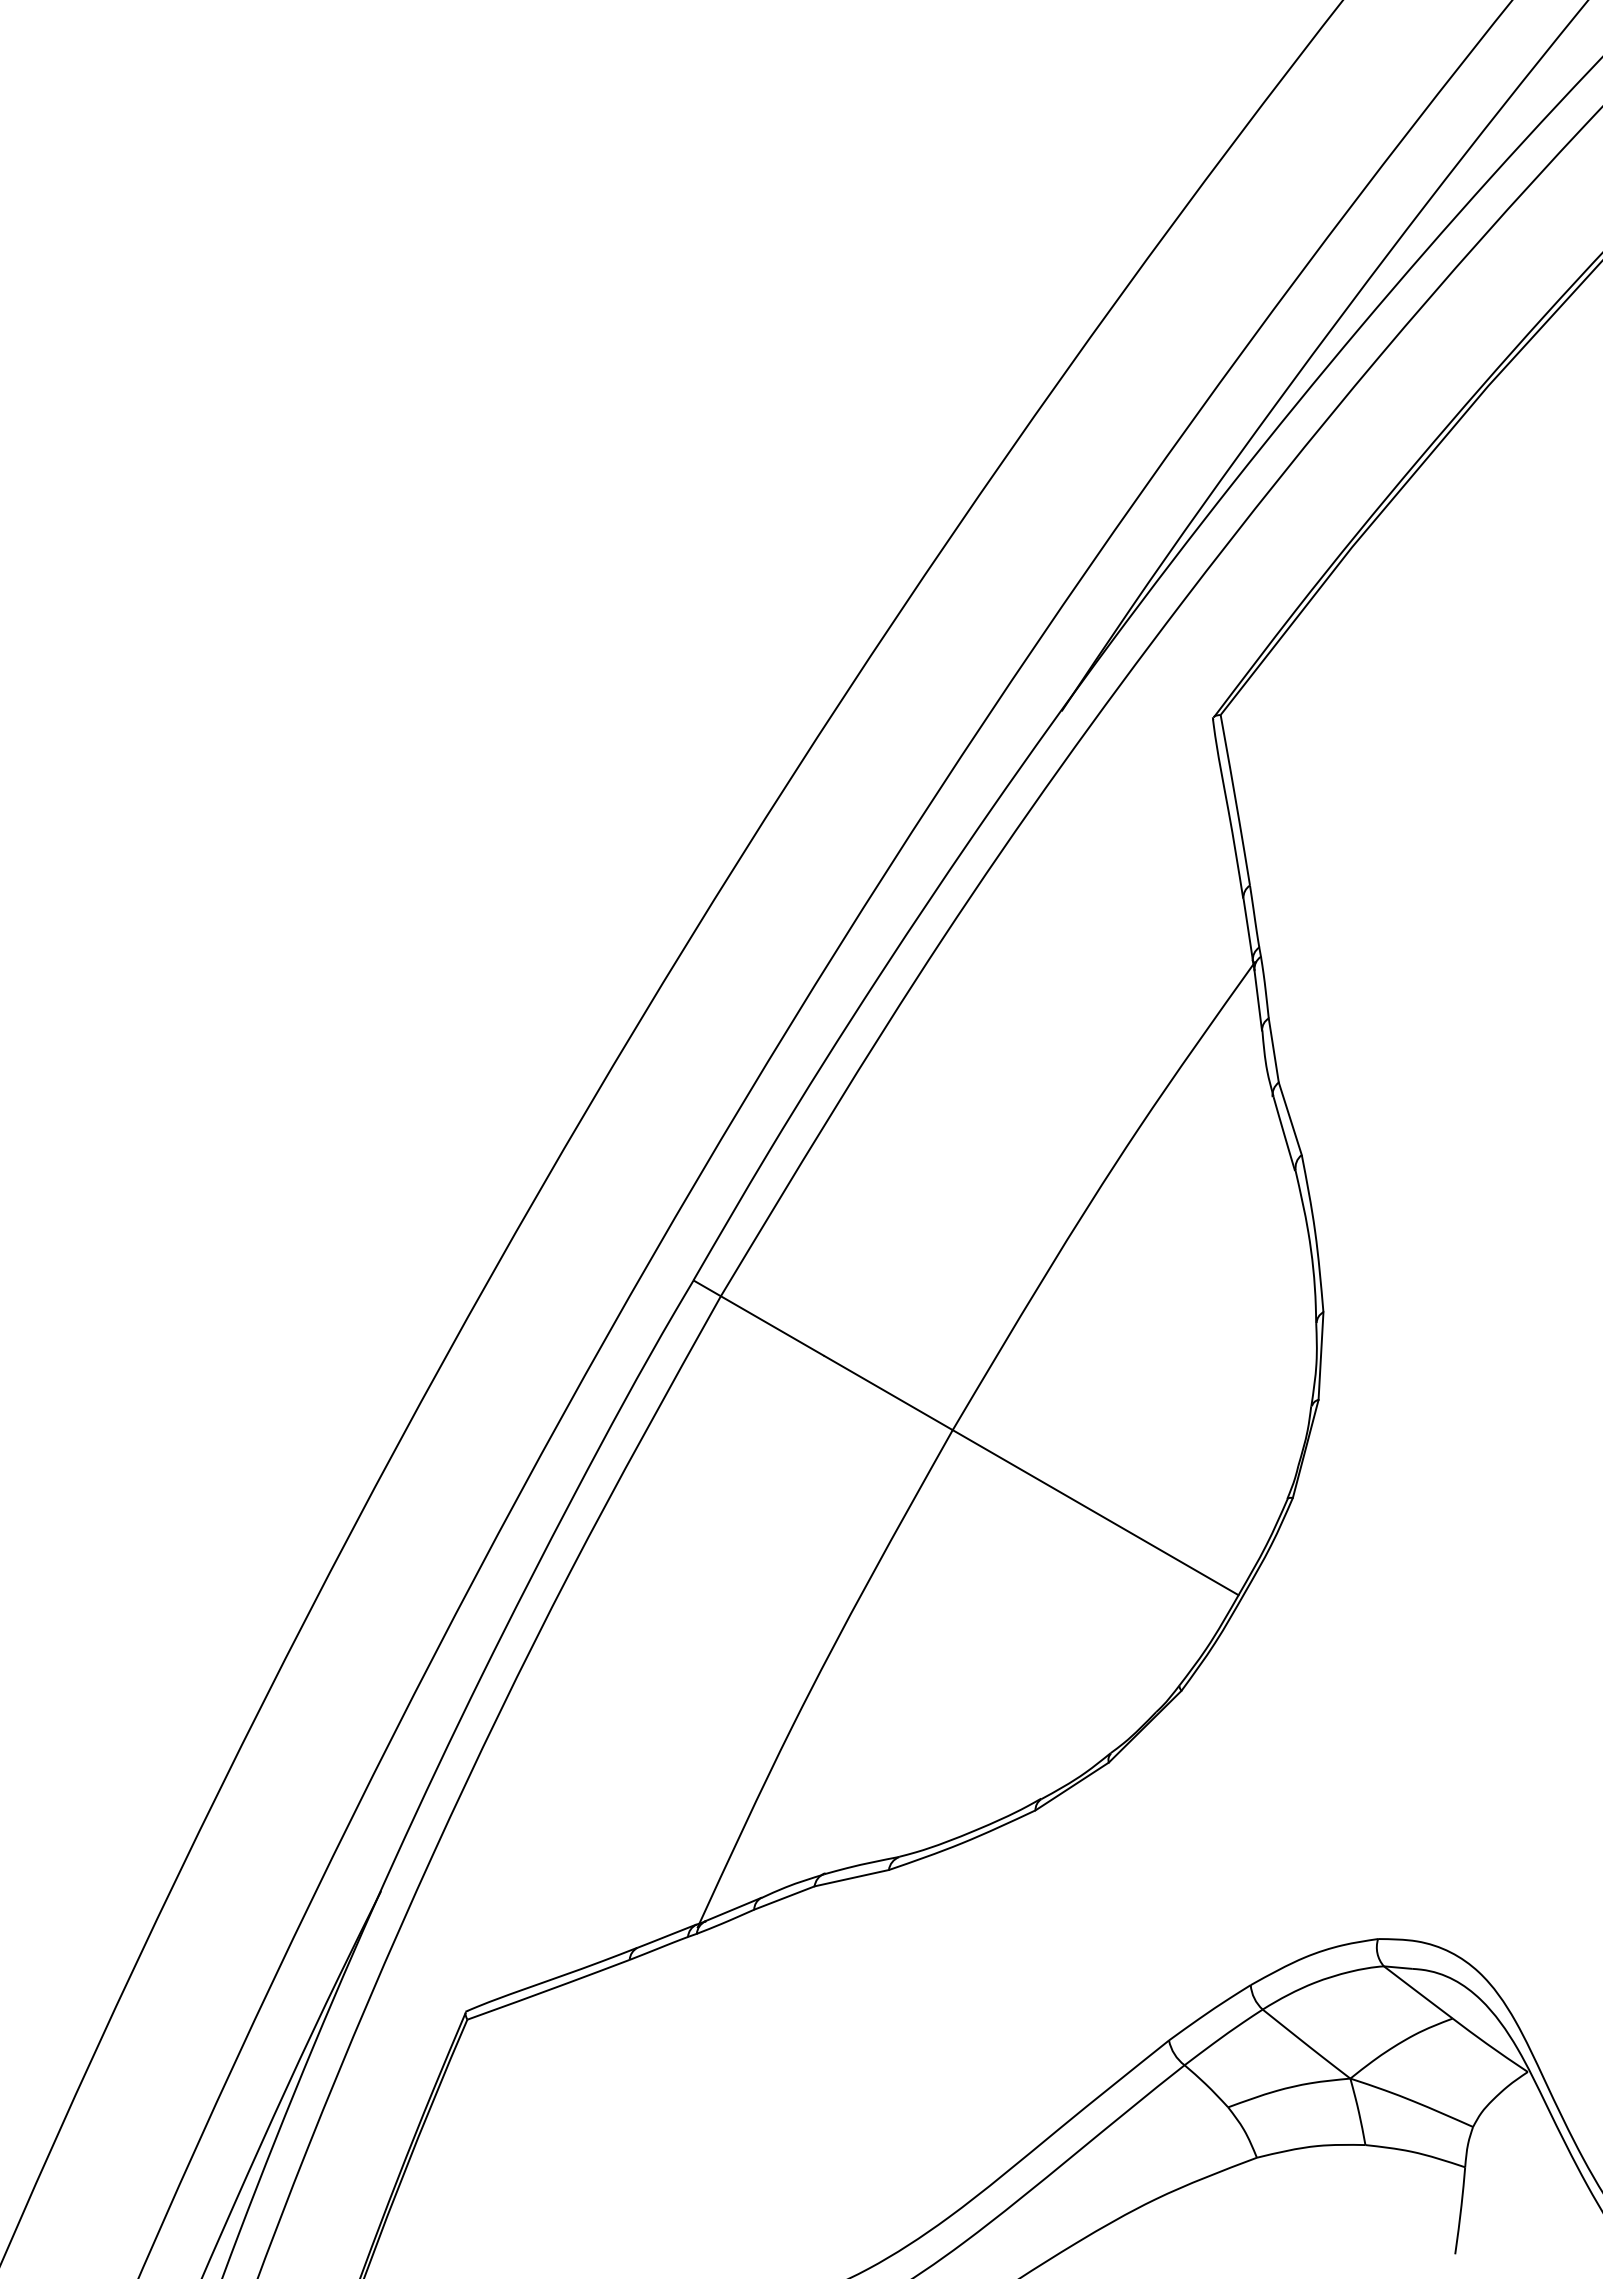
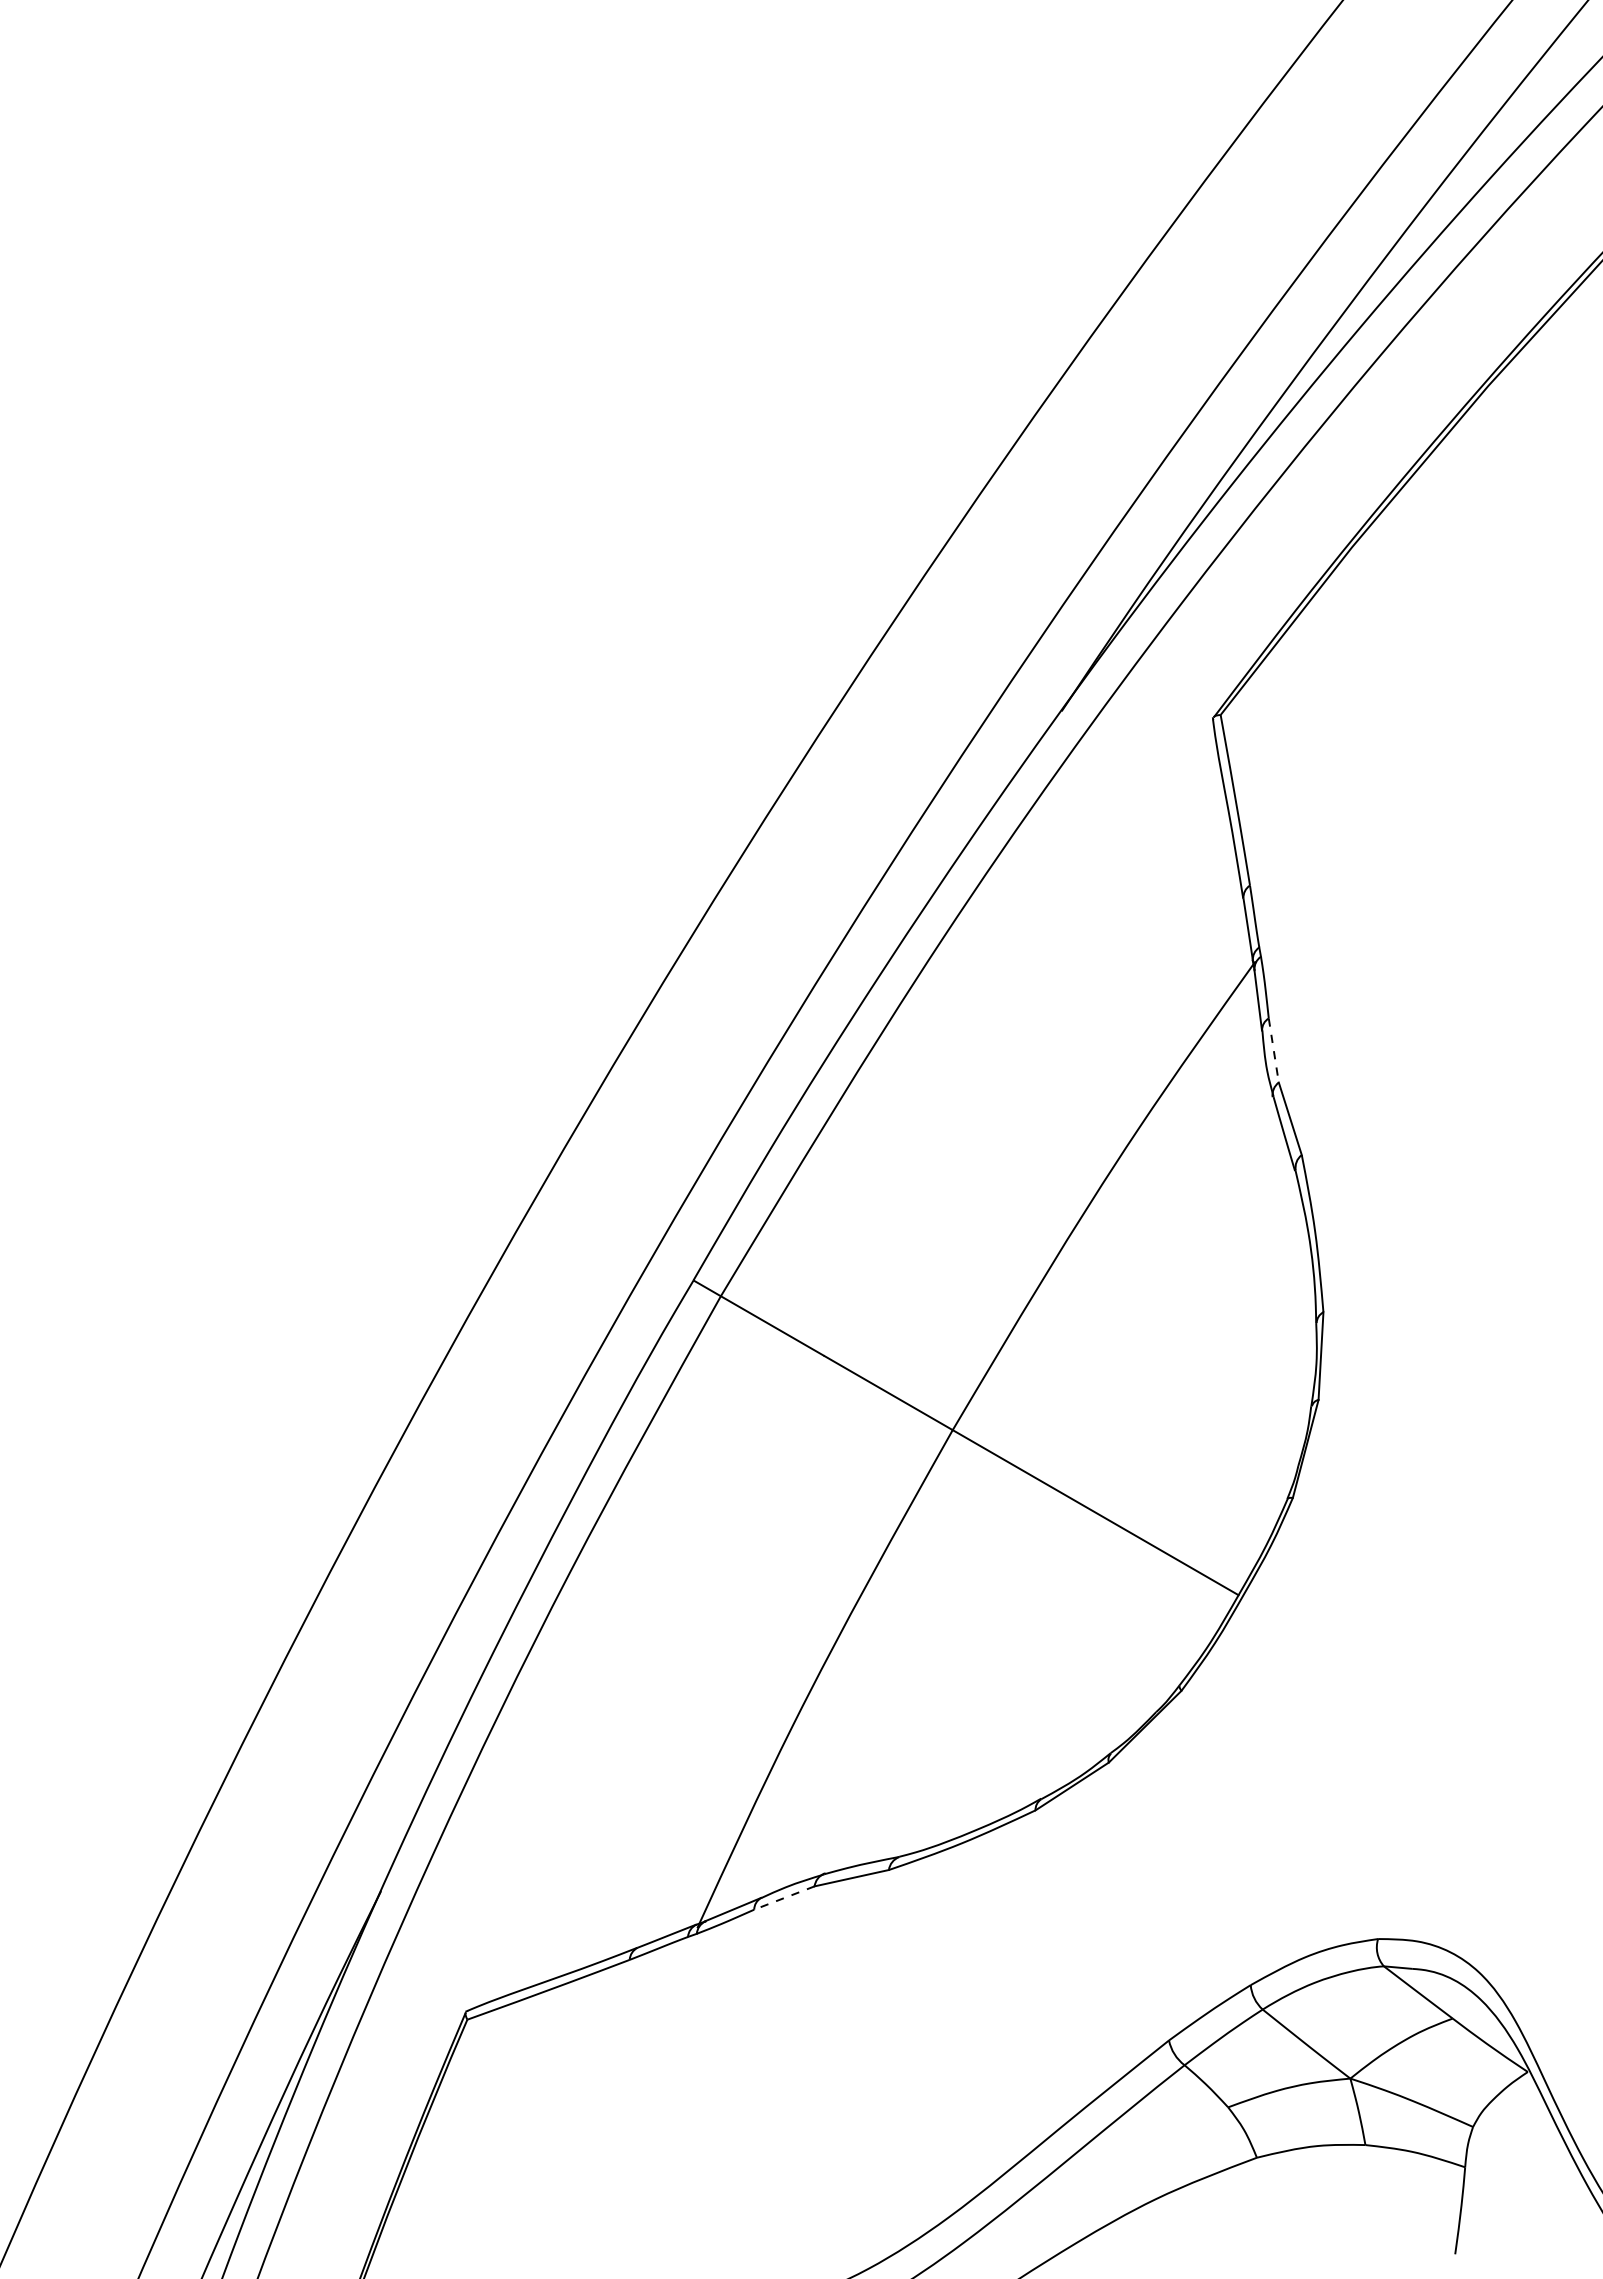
line at (1273, 1051): solid -> dashed
line at (783, 1898): solid -> dashed
